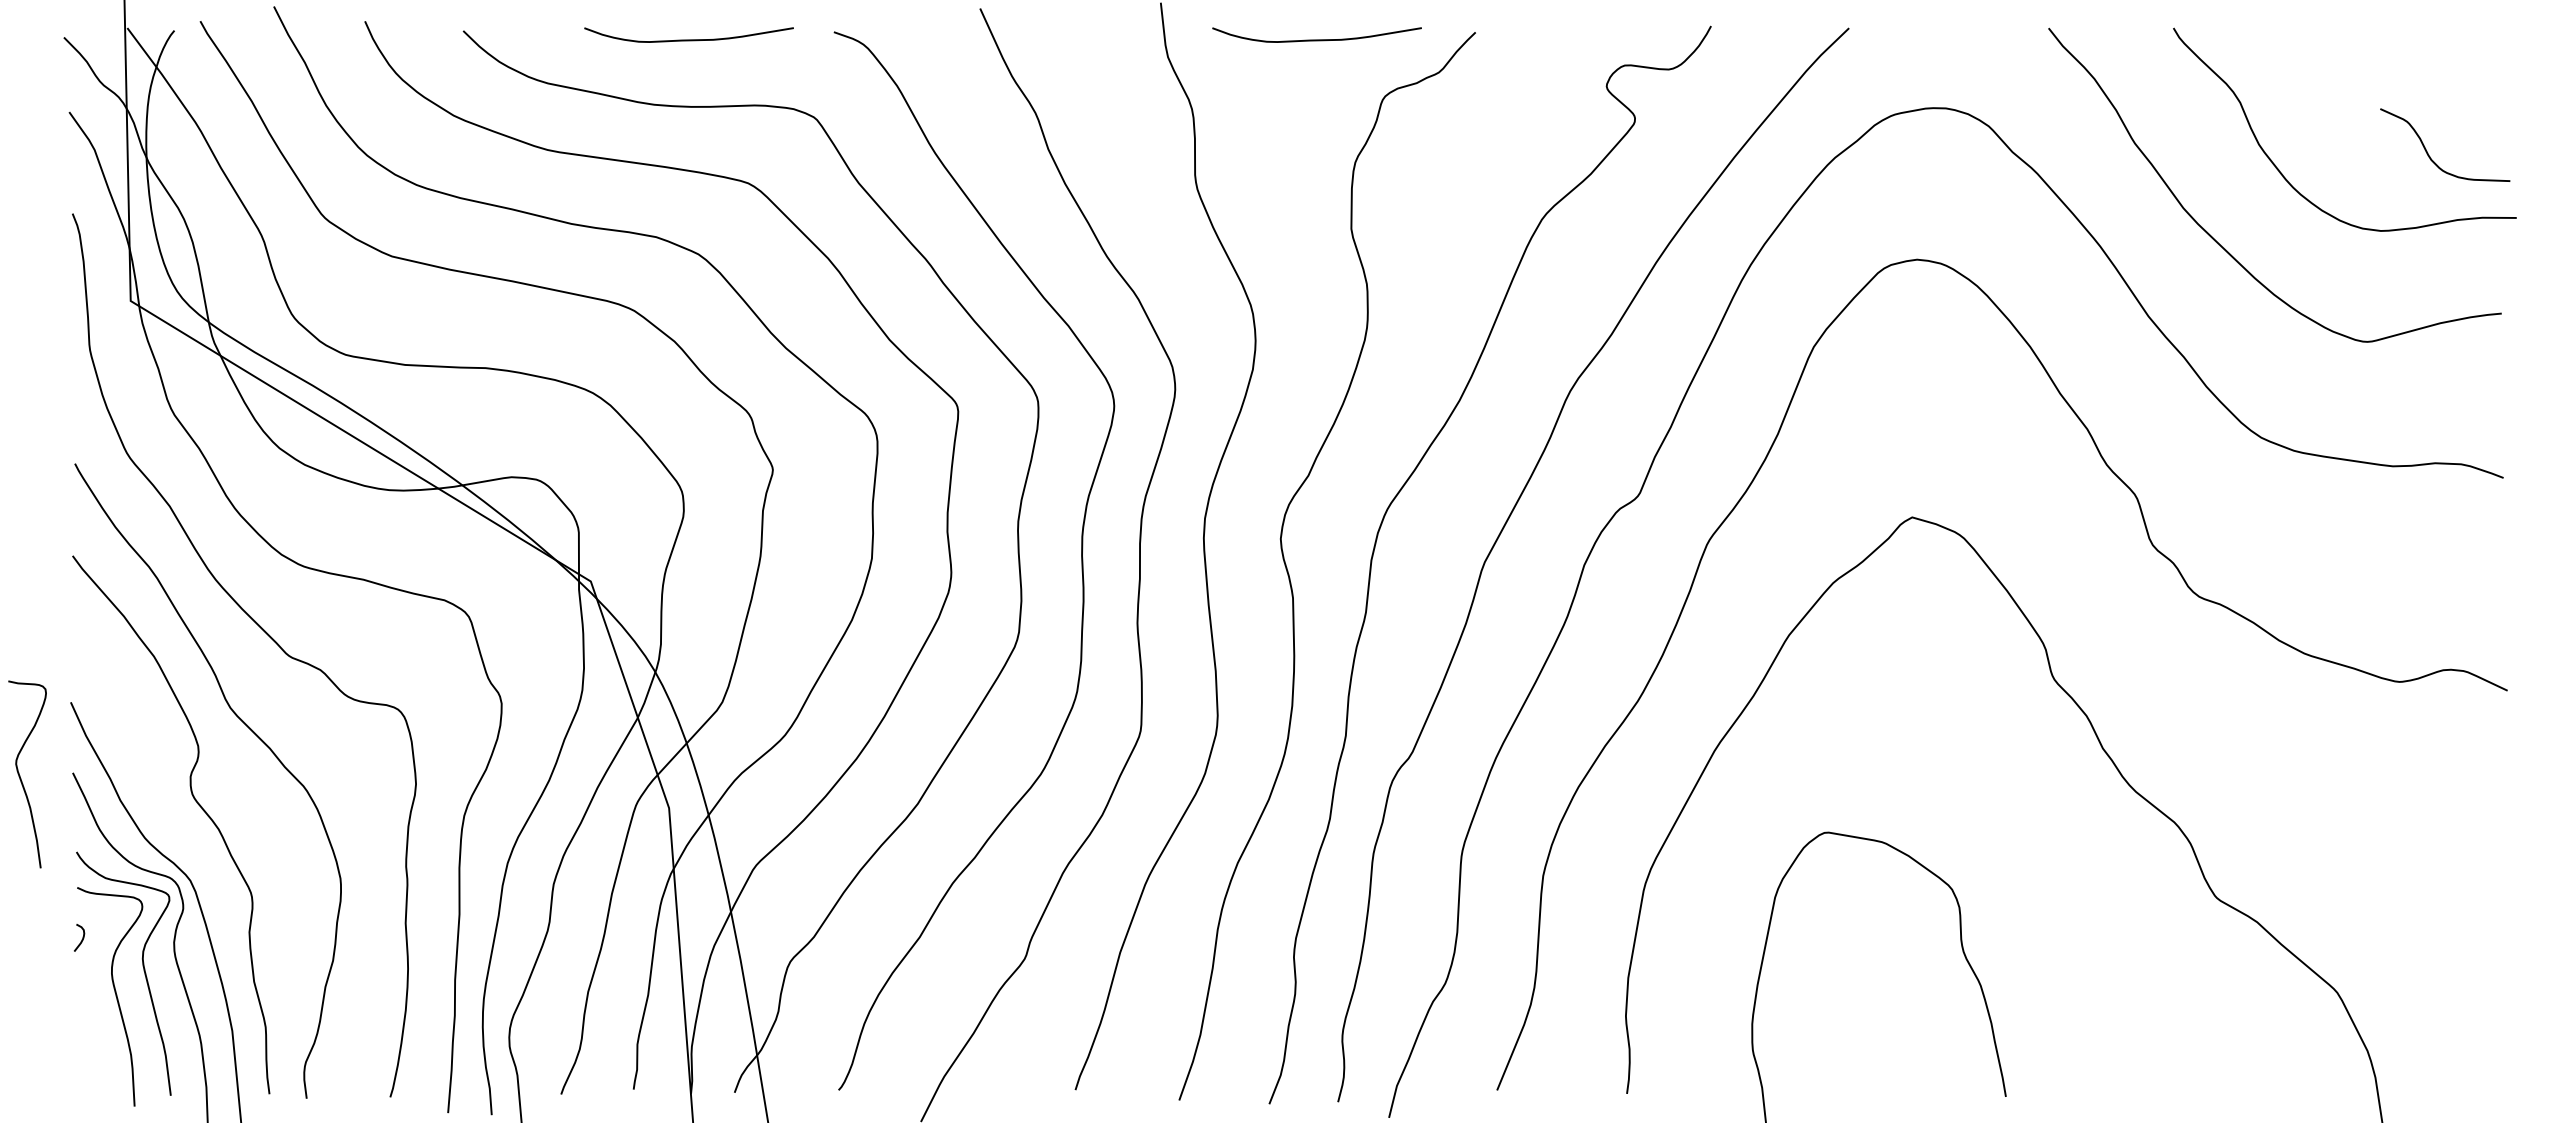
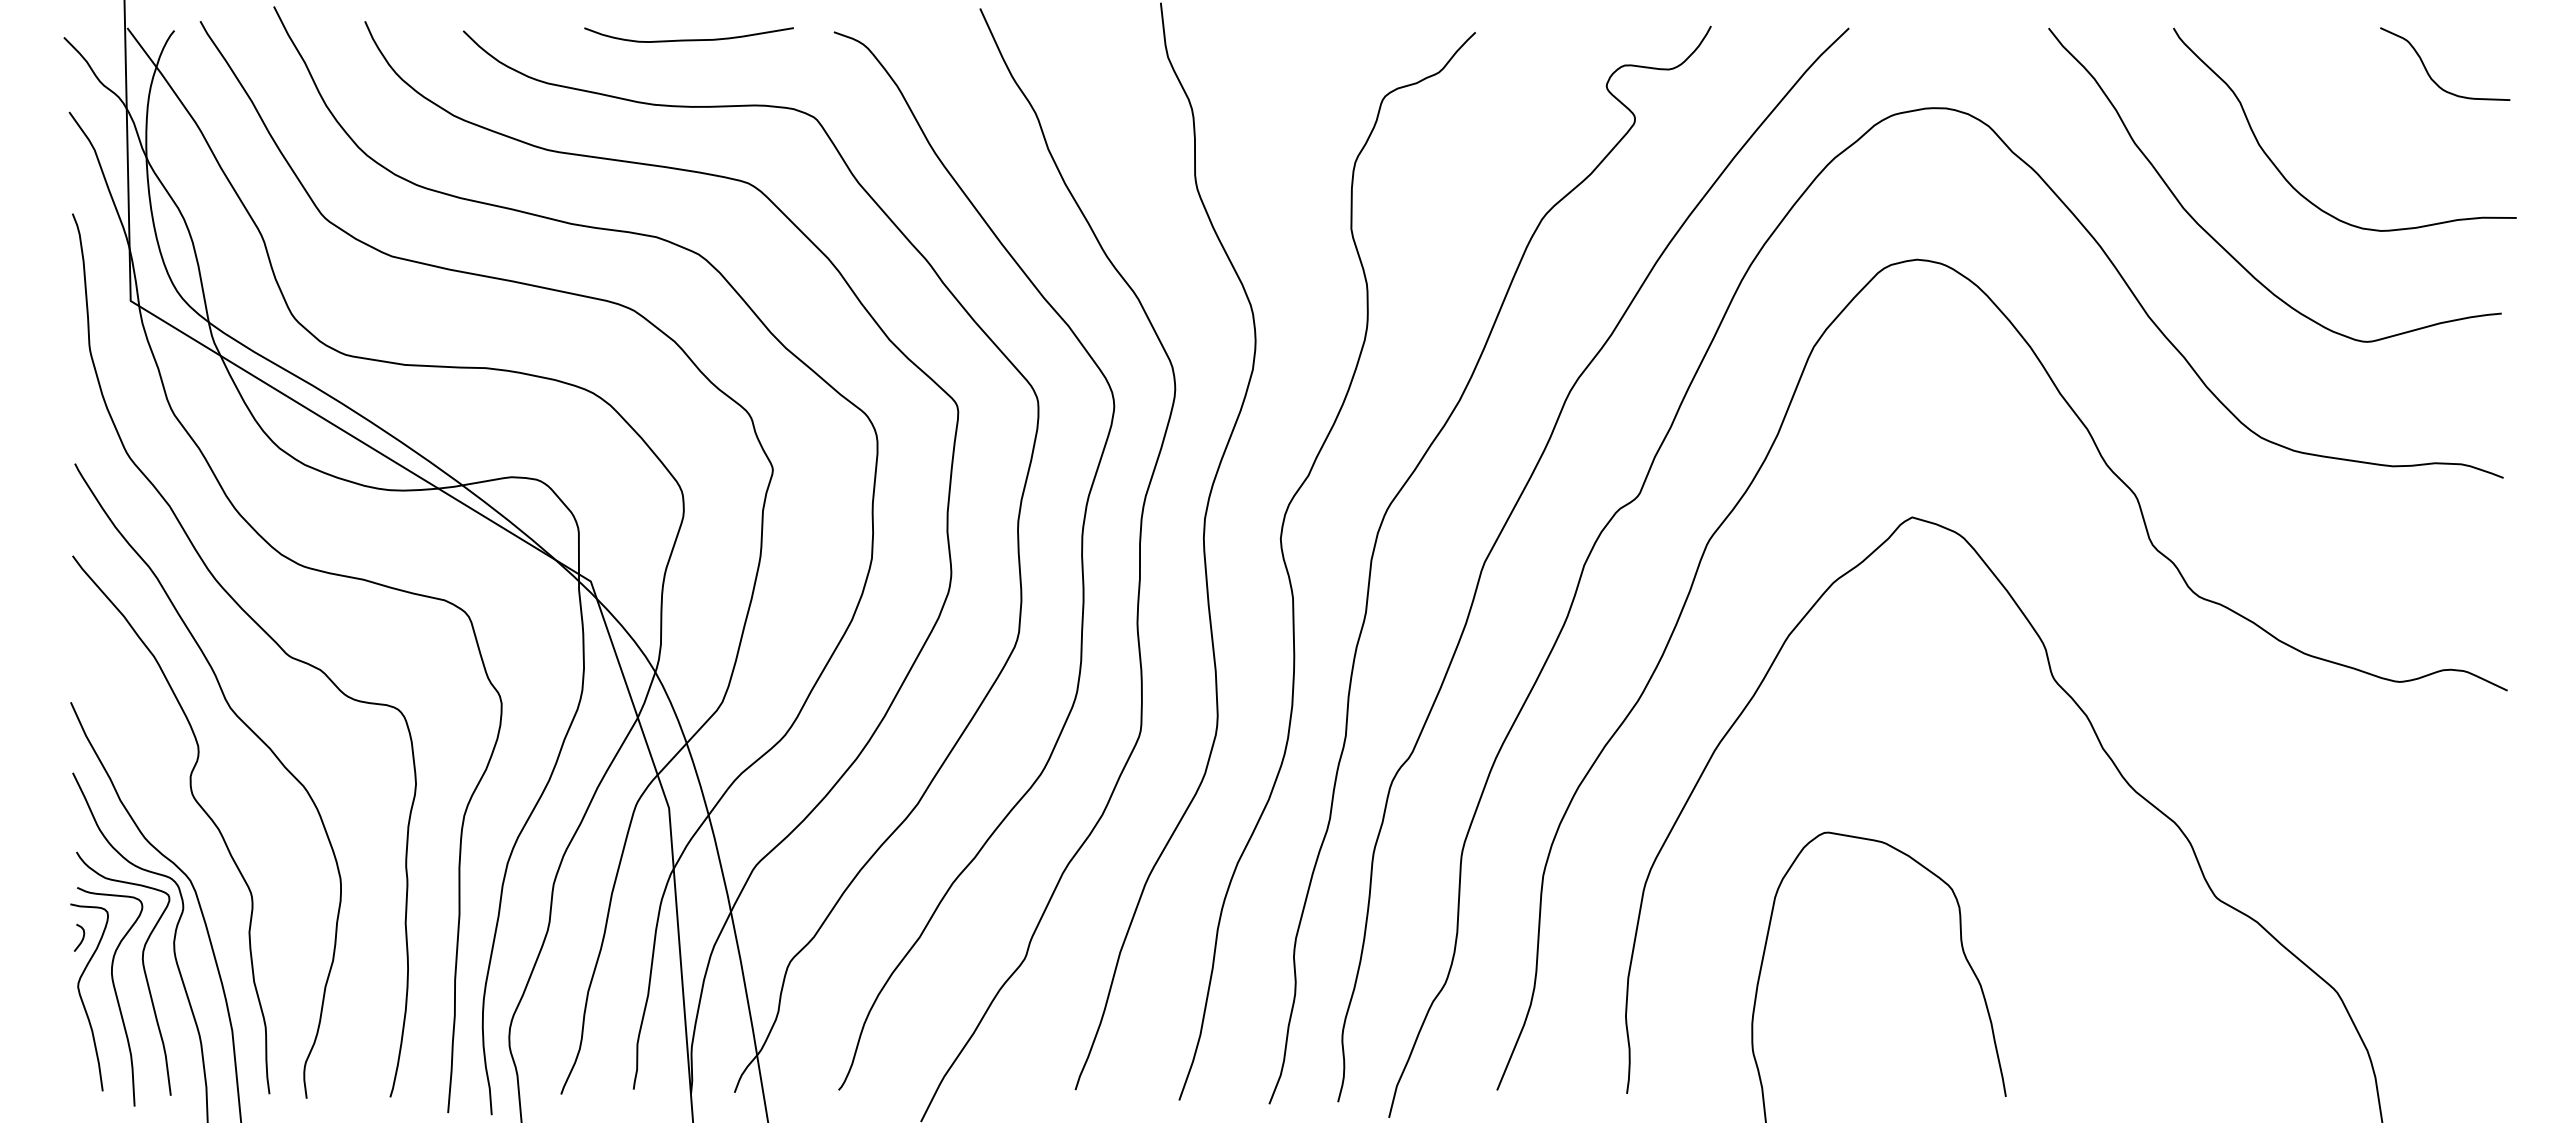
curve at (1316, 39): present -> none
curve at (2430, 156) position: (2430, 156) -> (2430, 75)
curve at (20, 775) position: (20, 775) -> (82, 998)
